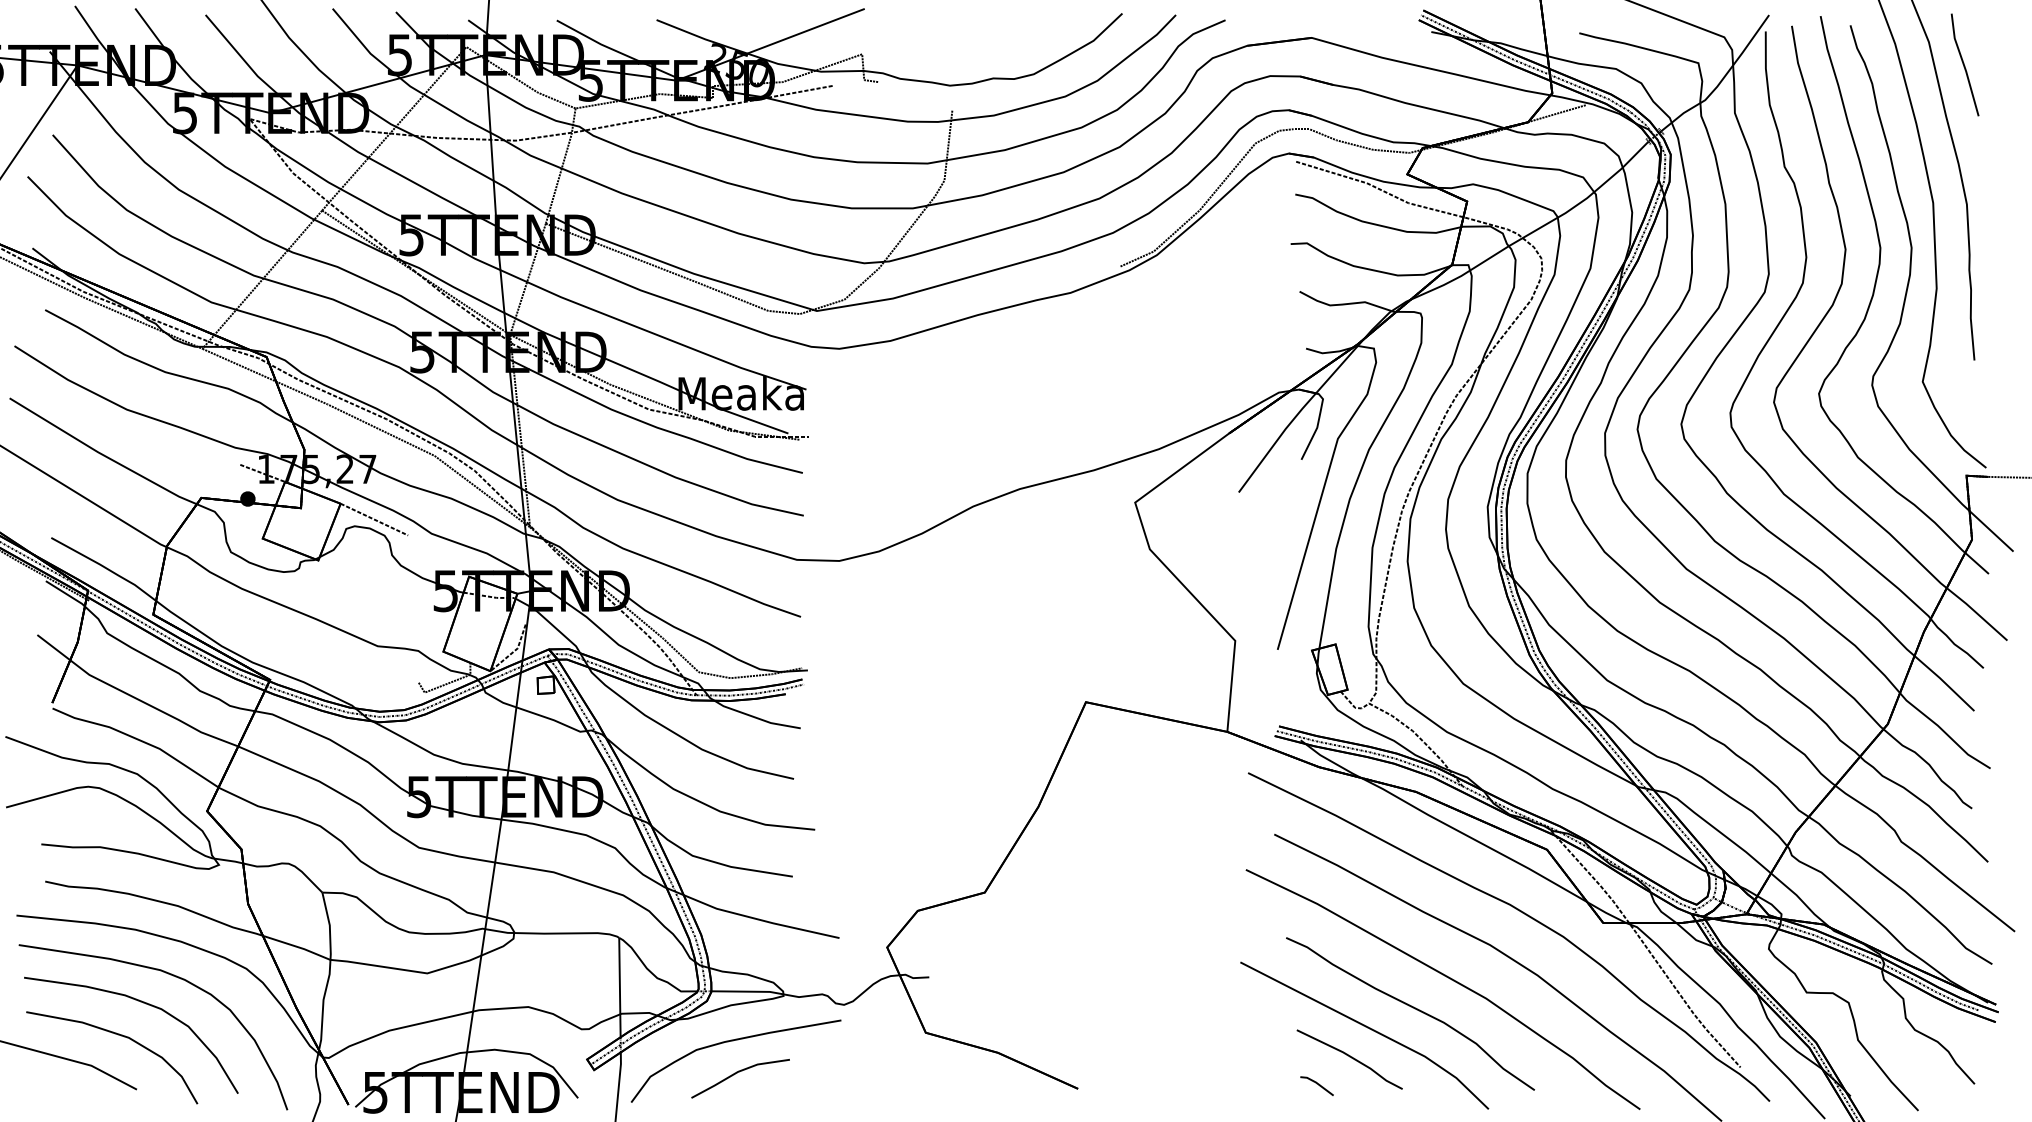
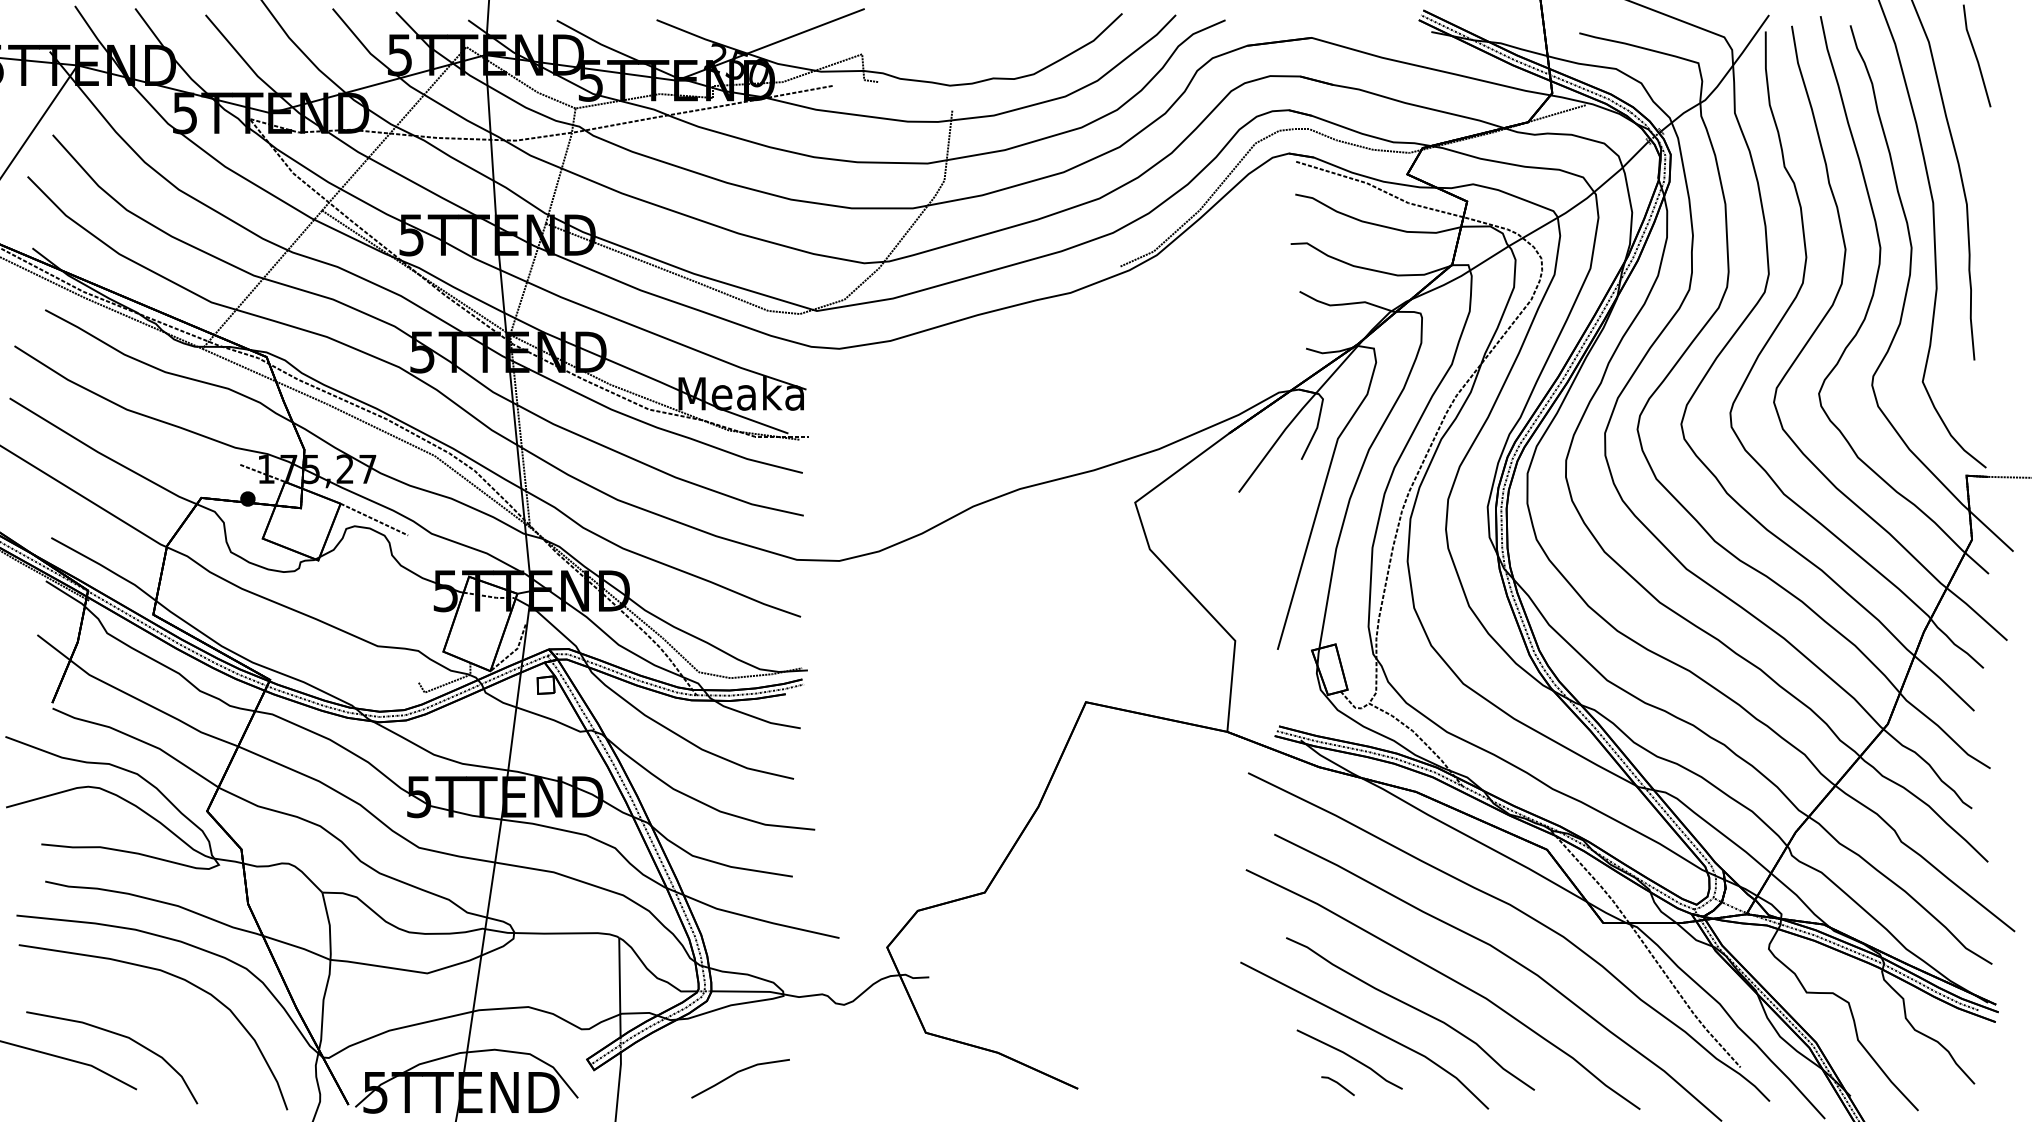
line at (1964, 64) position: (1964, 64) -> (1976, 55)
curve at (145, 1004): present -> none
curve at (733, 1041): present -> none
line at (1317, 1084) position: (1317, 1084) -> (1338, 1084)
